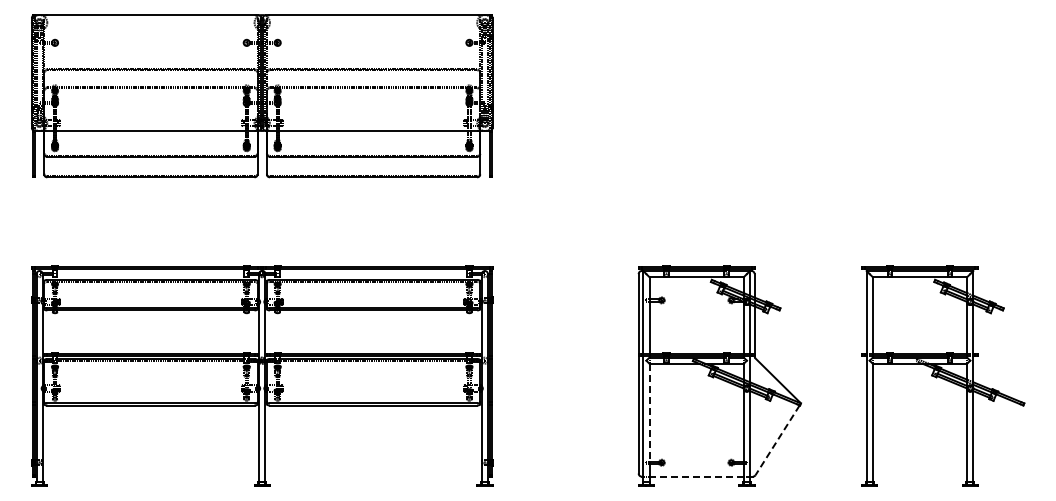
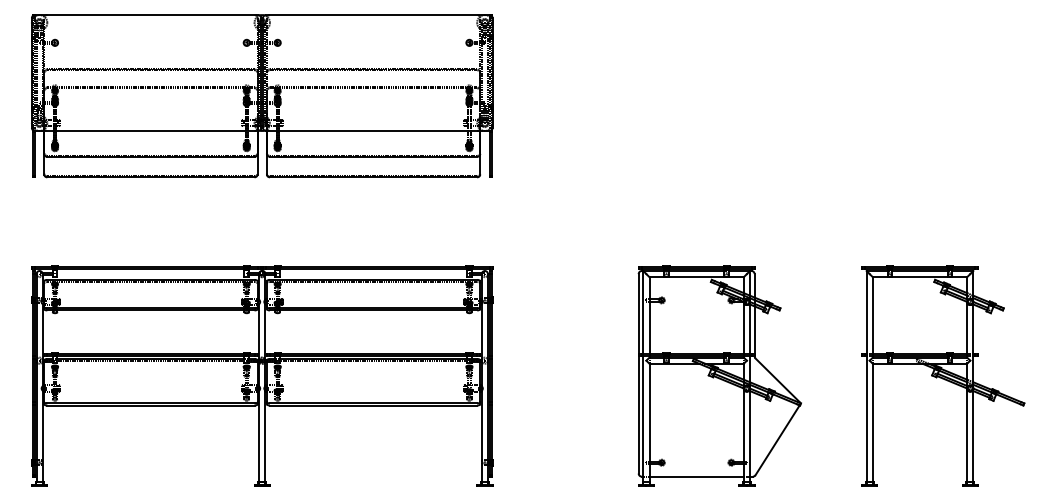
line at (649, 412): dashed -> solid
line at (777, 440): dashed -> solid
line at (696, 476): dashed -> solid
